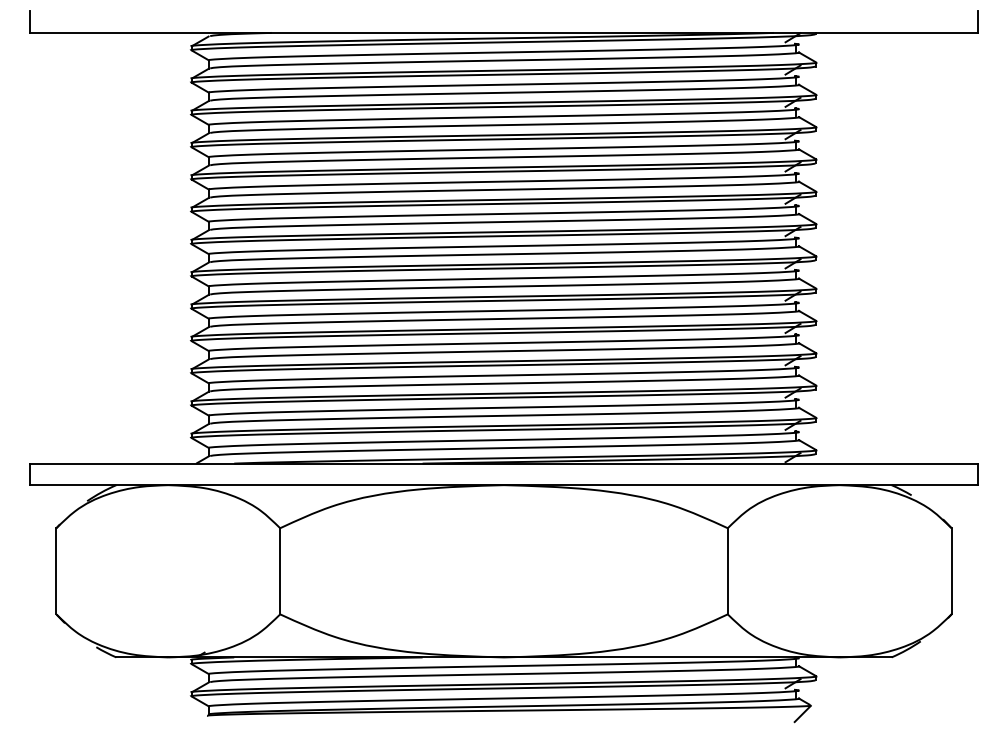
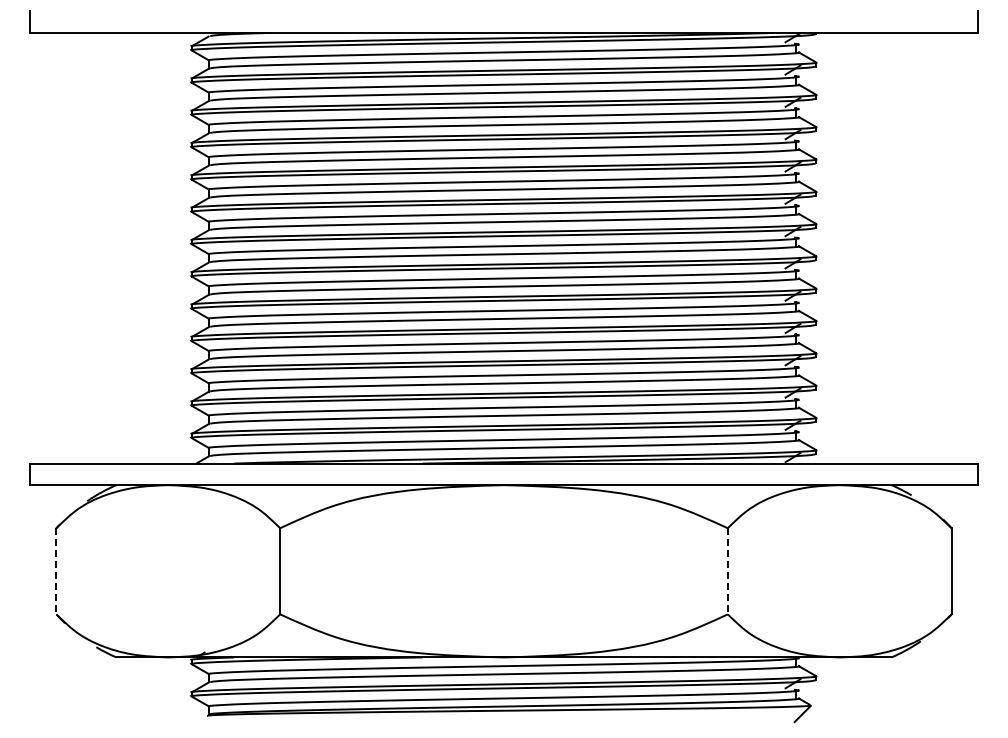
line at (56, 571): solid -> dashed
line at (727, 571): solid -> dashed
